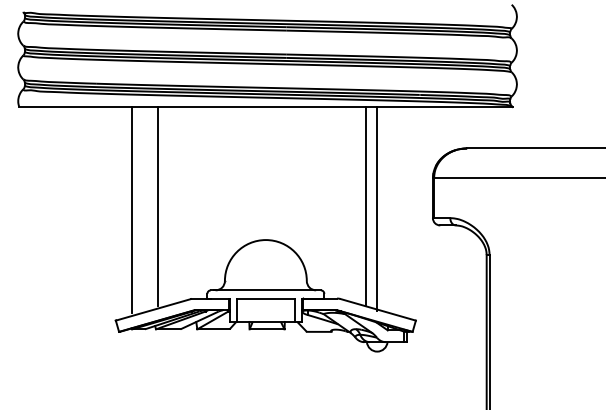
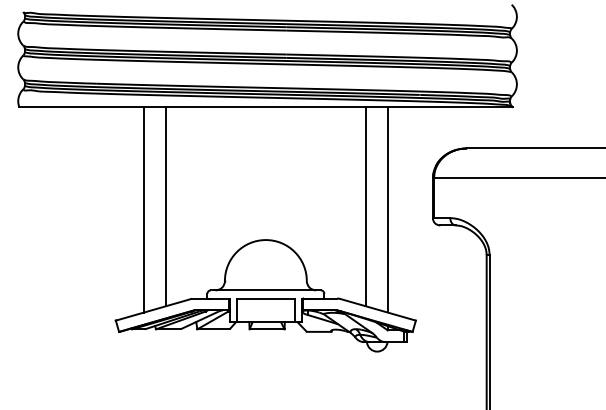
line at (157, 206) position: (157, 206) -> (165, 206)
line at (377, 208) position: (377, 208) -> (388, 208)
line at (132, 209) position: (132, 209) -> (144, 209)
